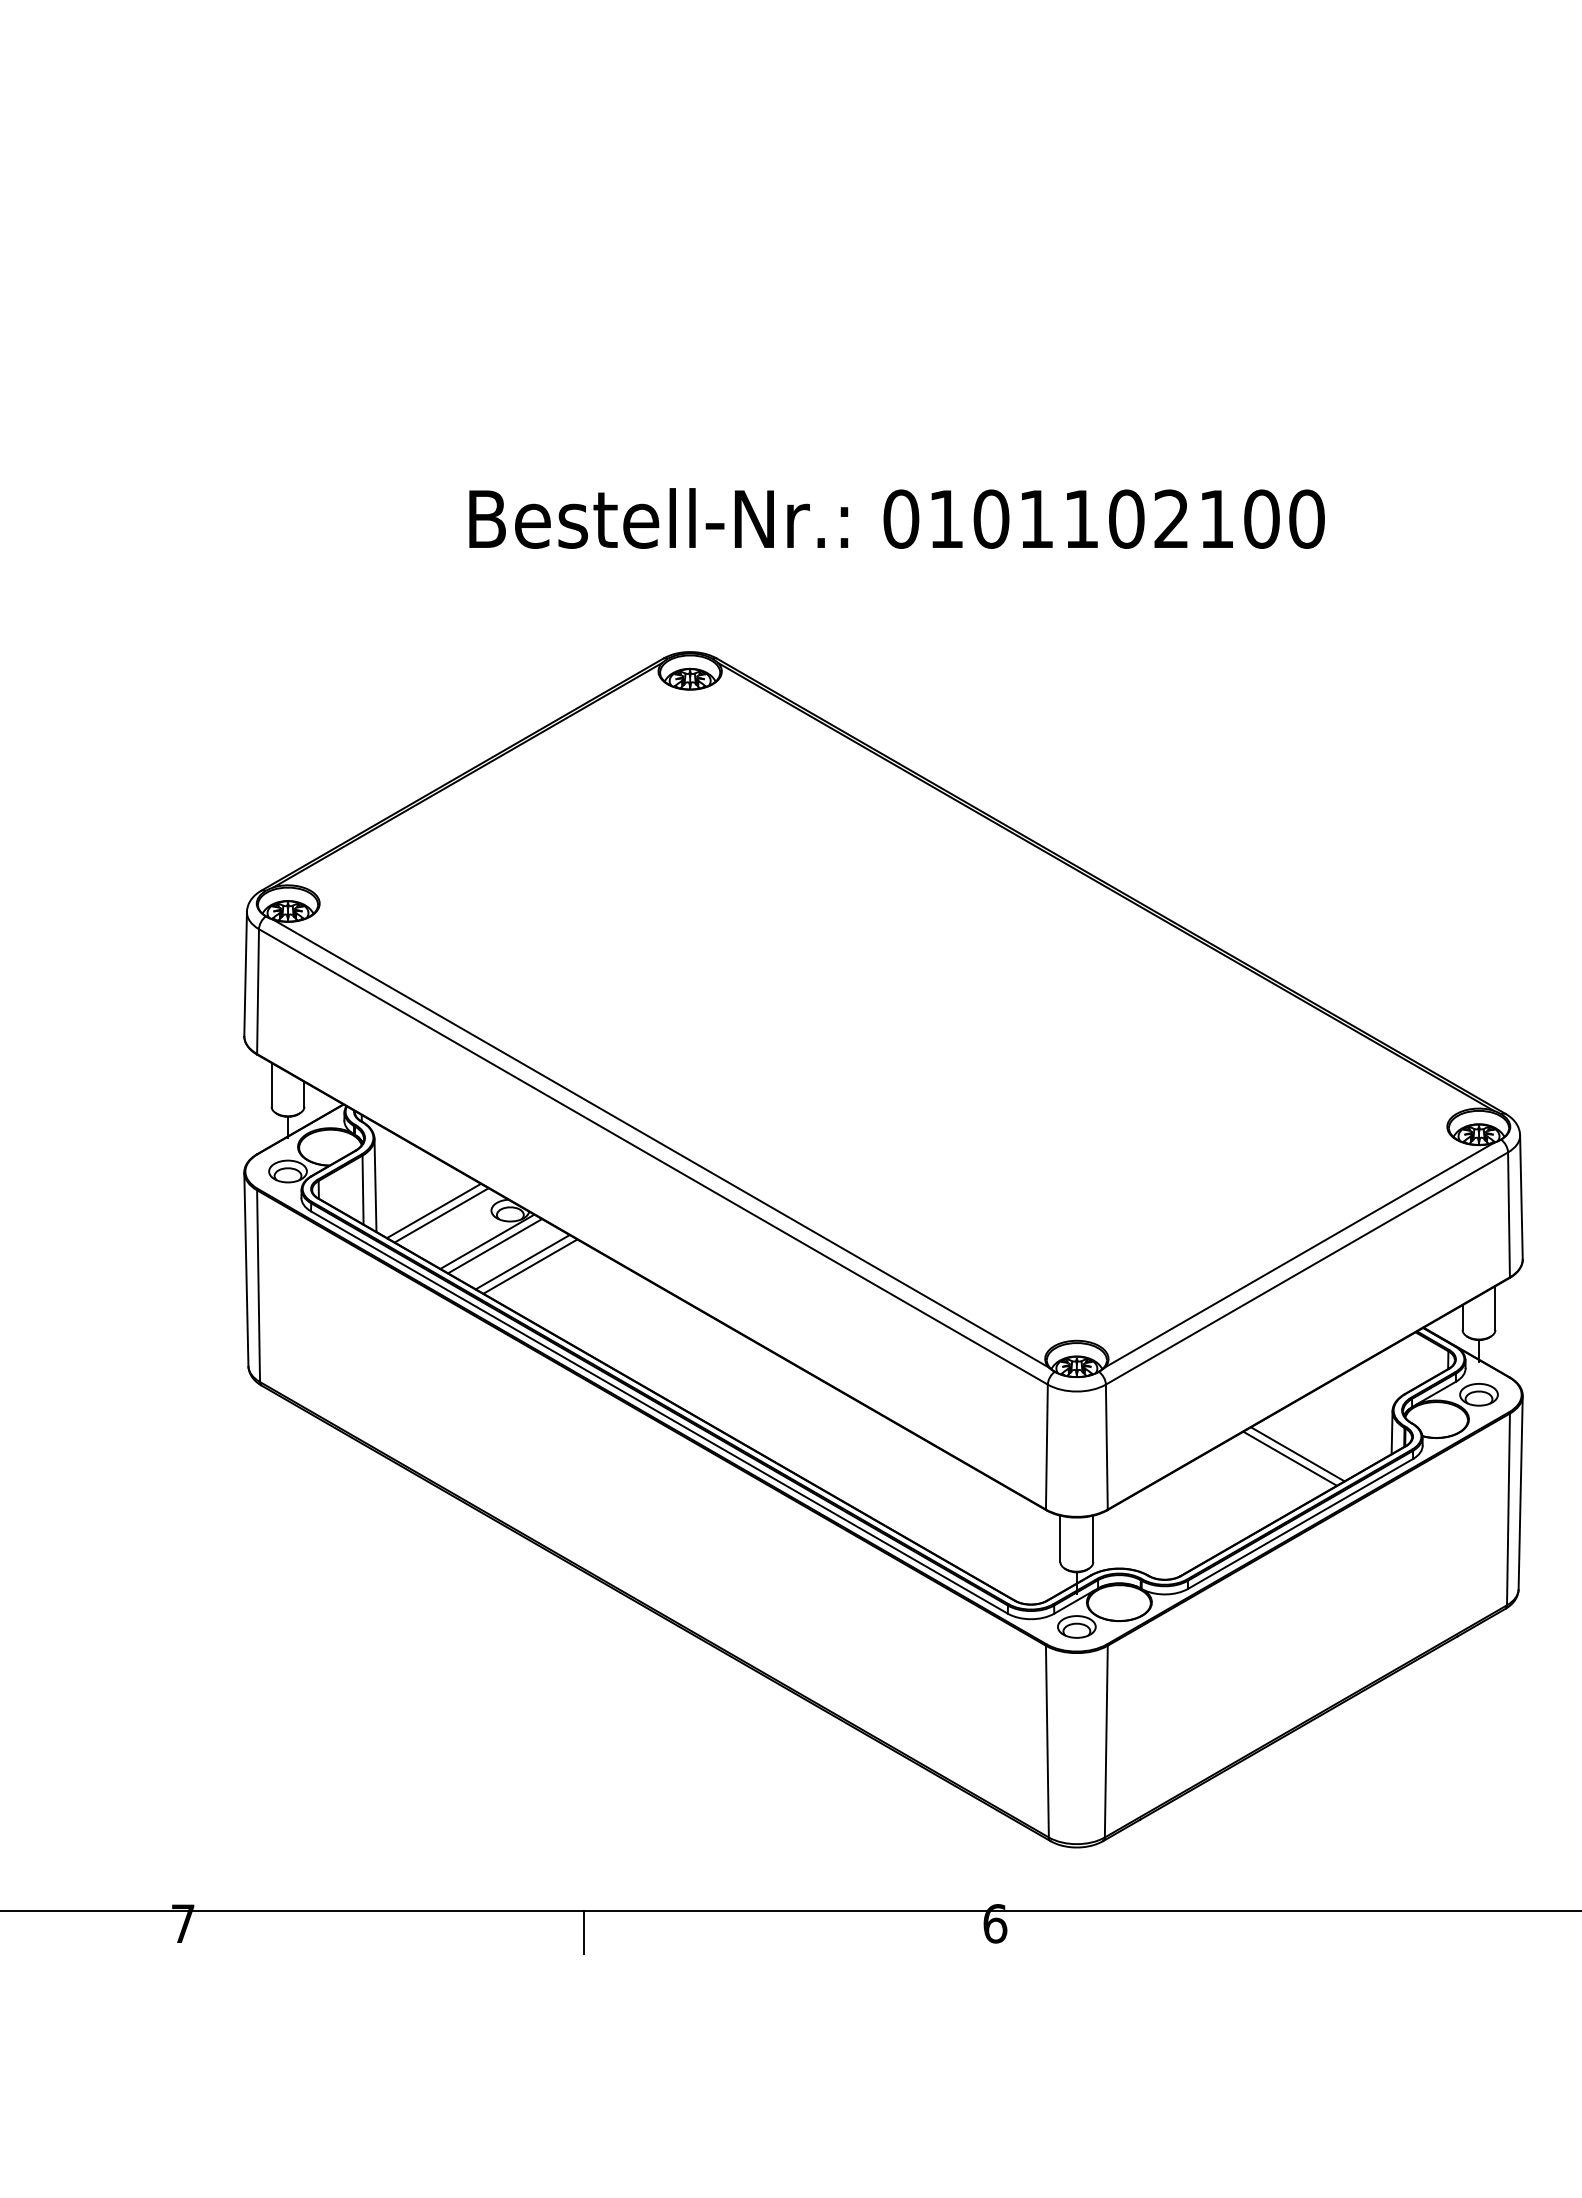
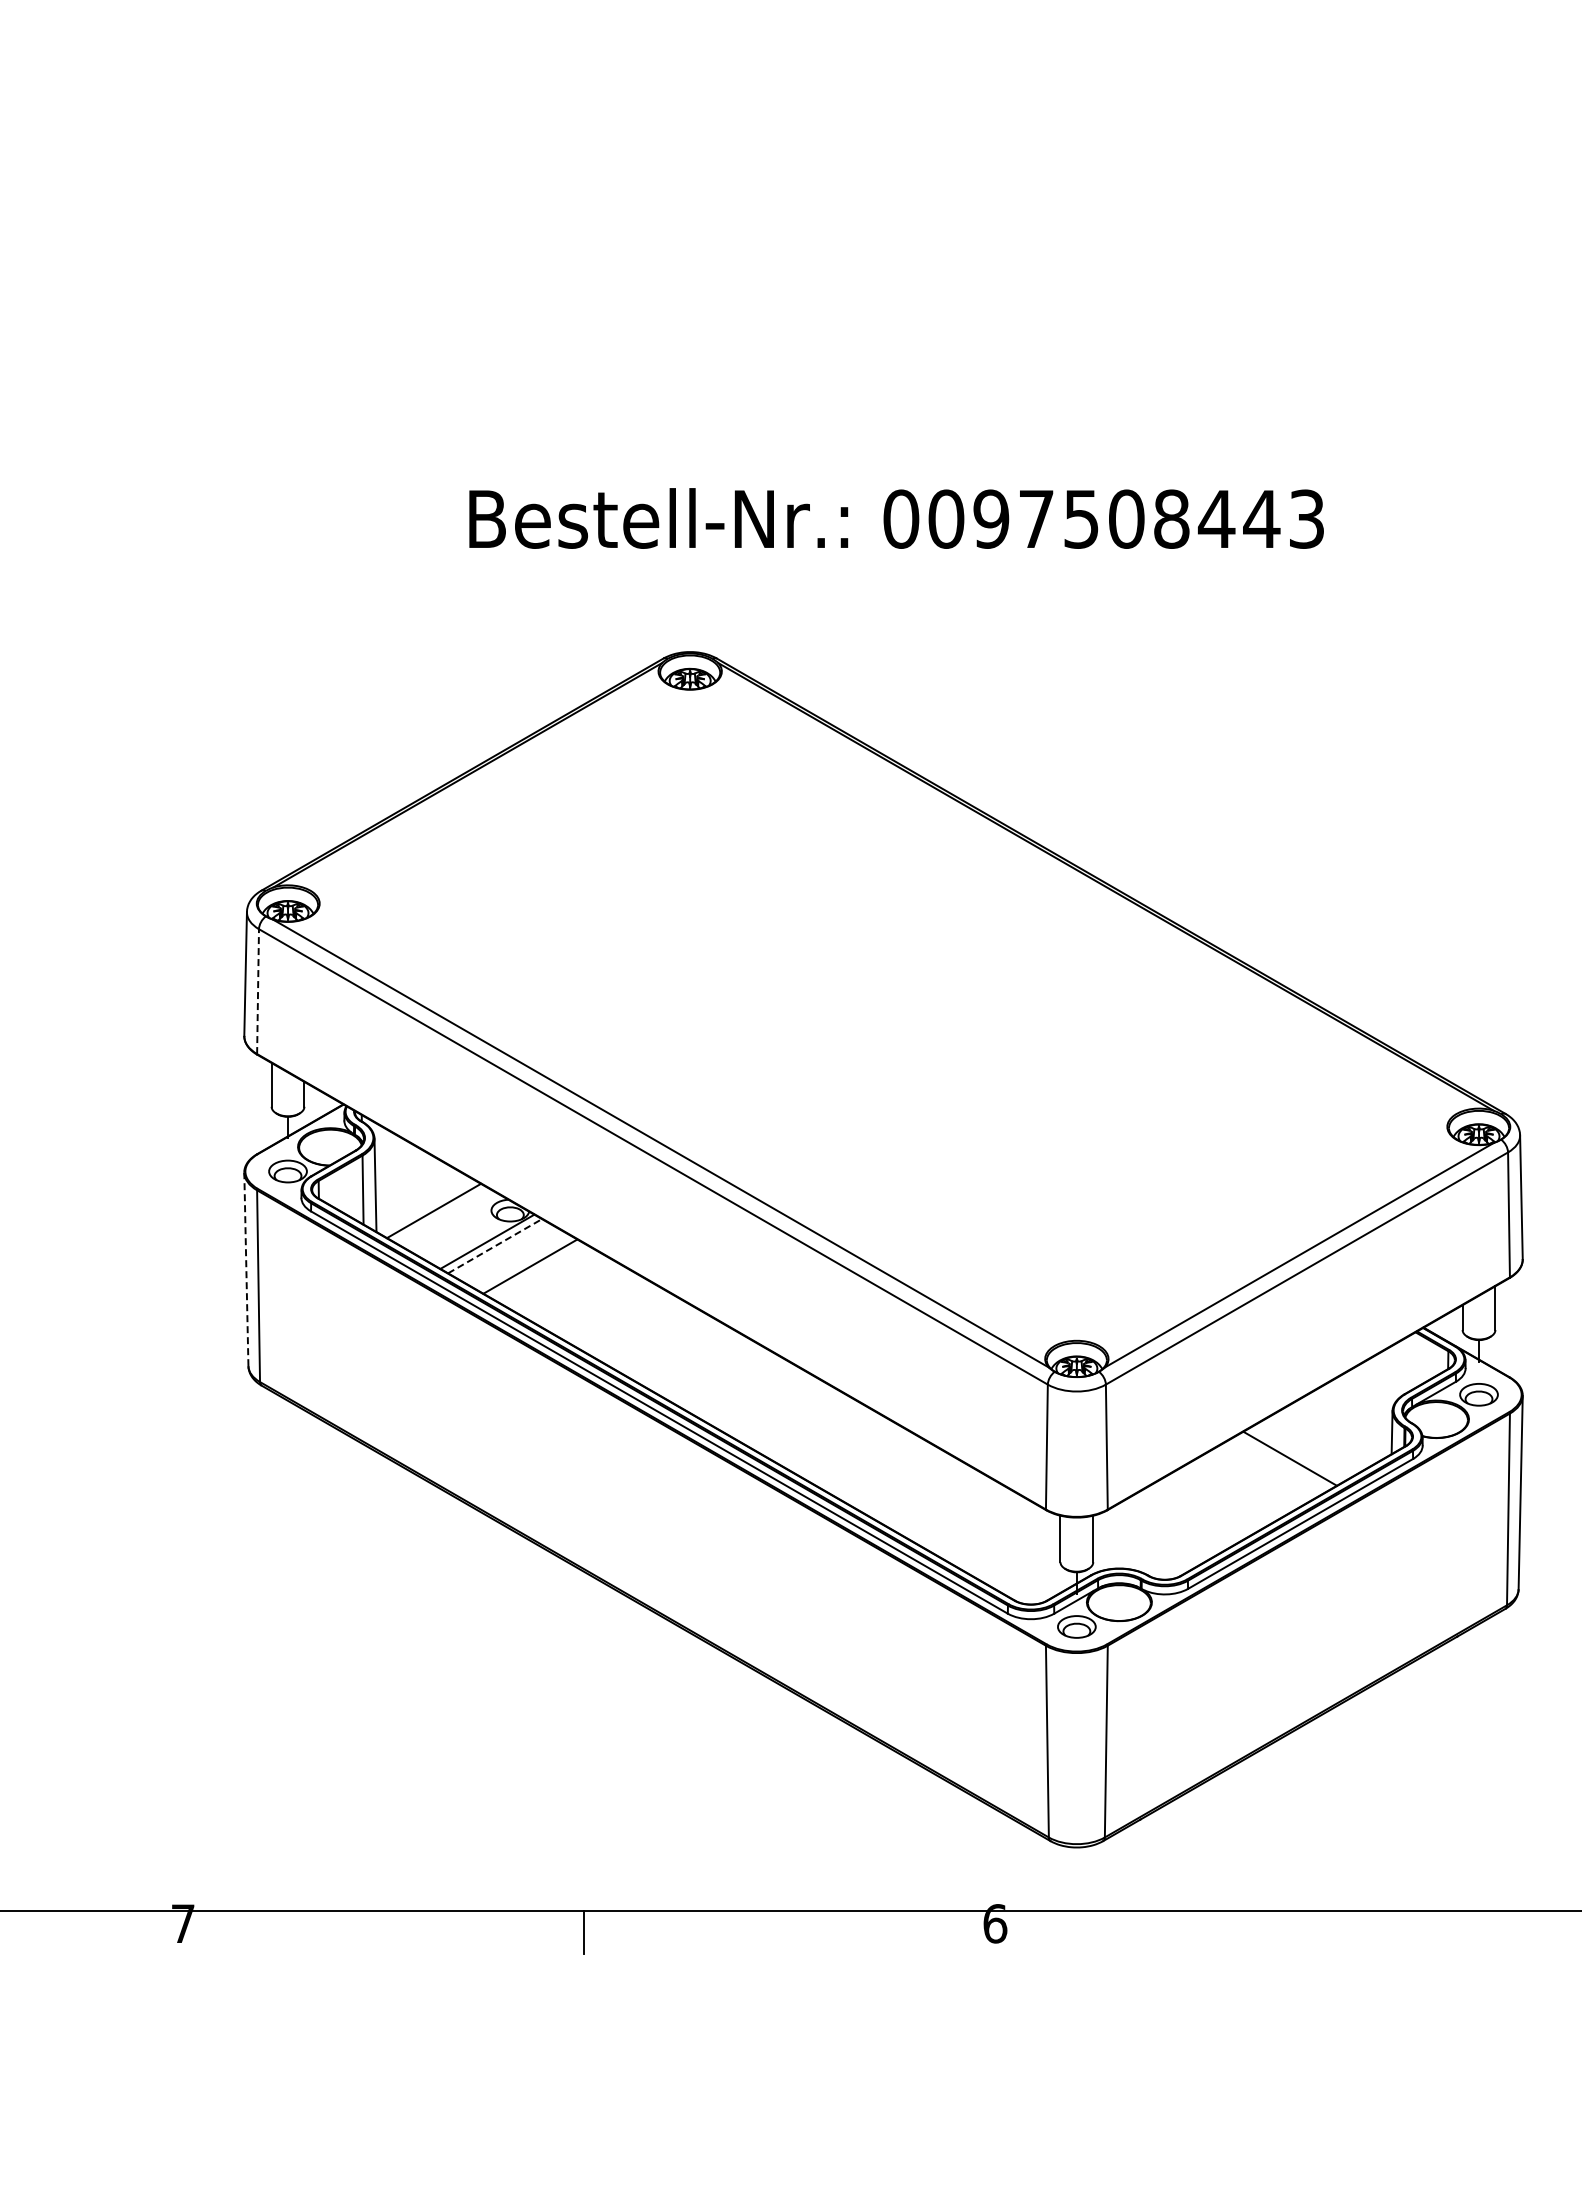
text at (1126, 518): 0101102100 -> 0097508443
line at (258, 991): solid -> dashed
line at (441, 1215): present -> none
line at (495, 1245): solid -> dashed
line at (522, 1262): present -> none
line at (246, 1269): solid -> dashed
line at (1297, 1454): present -> none
